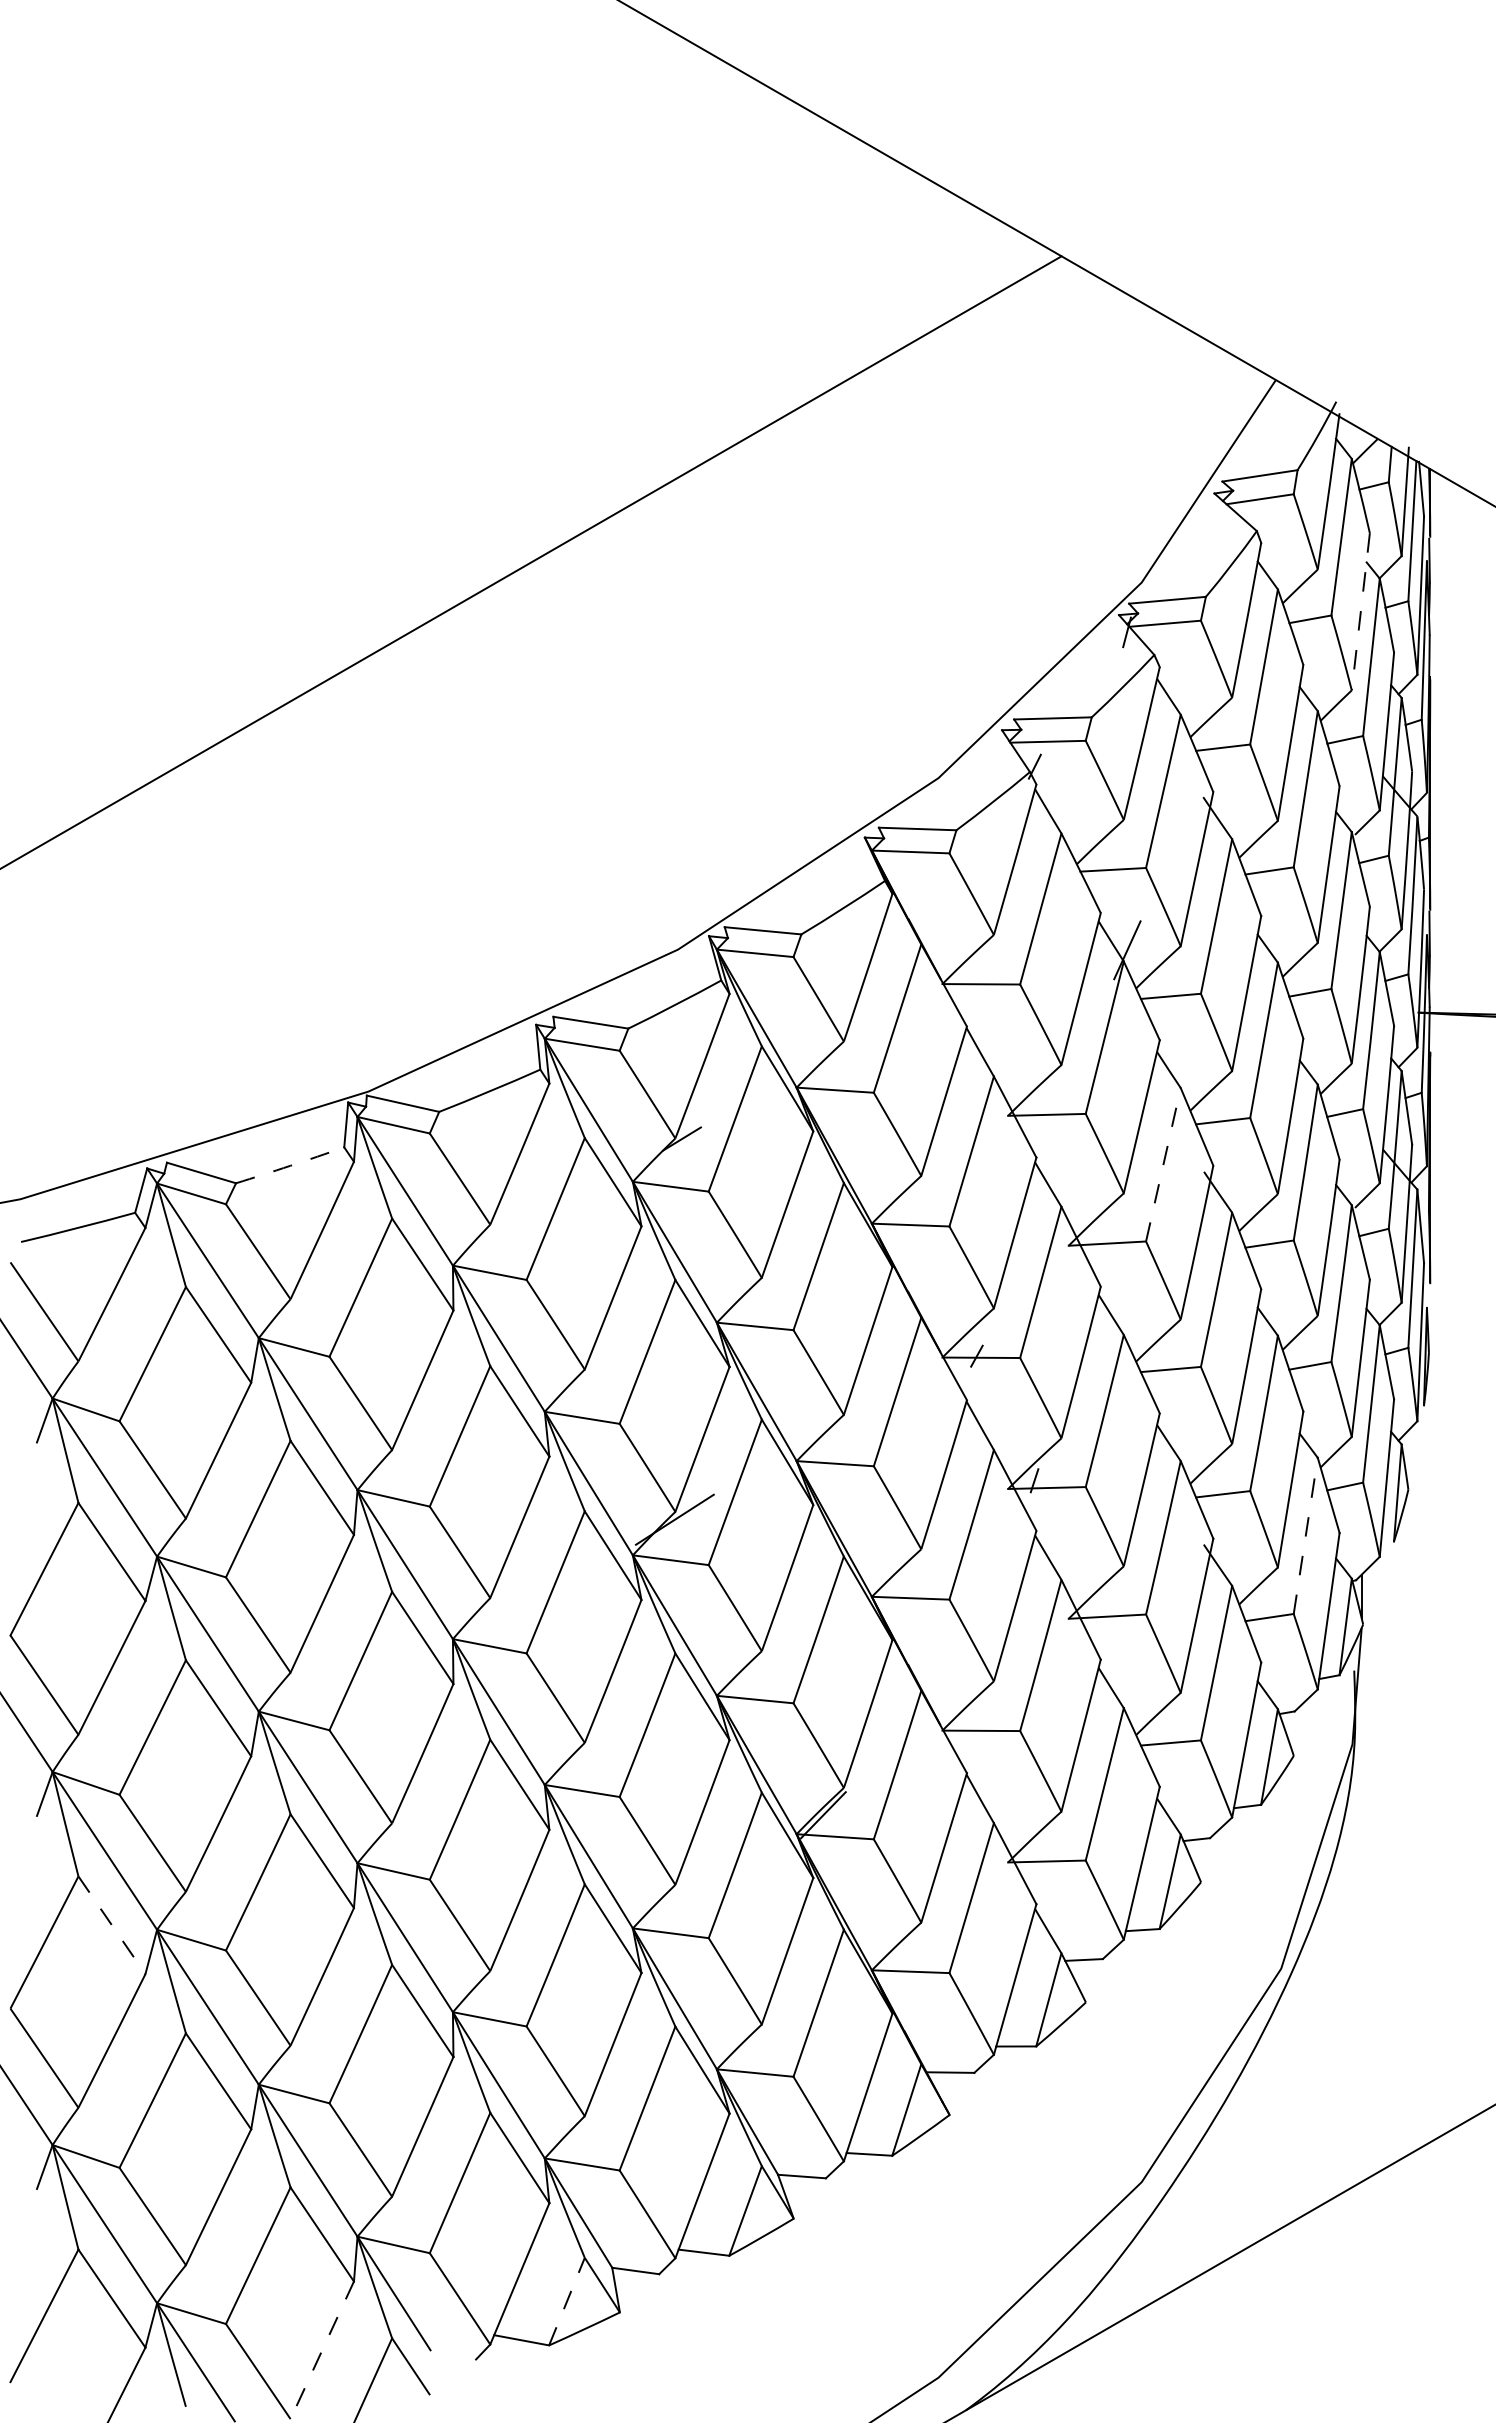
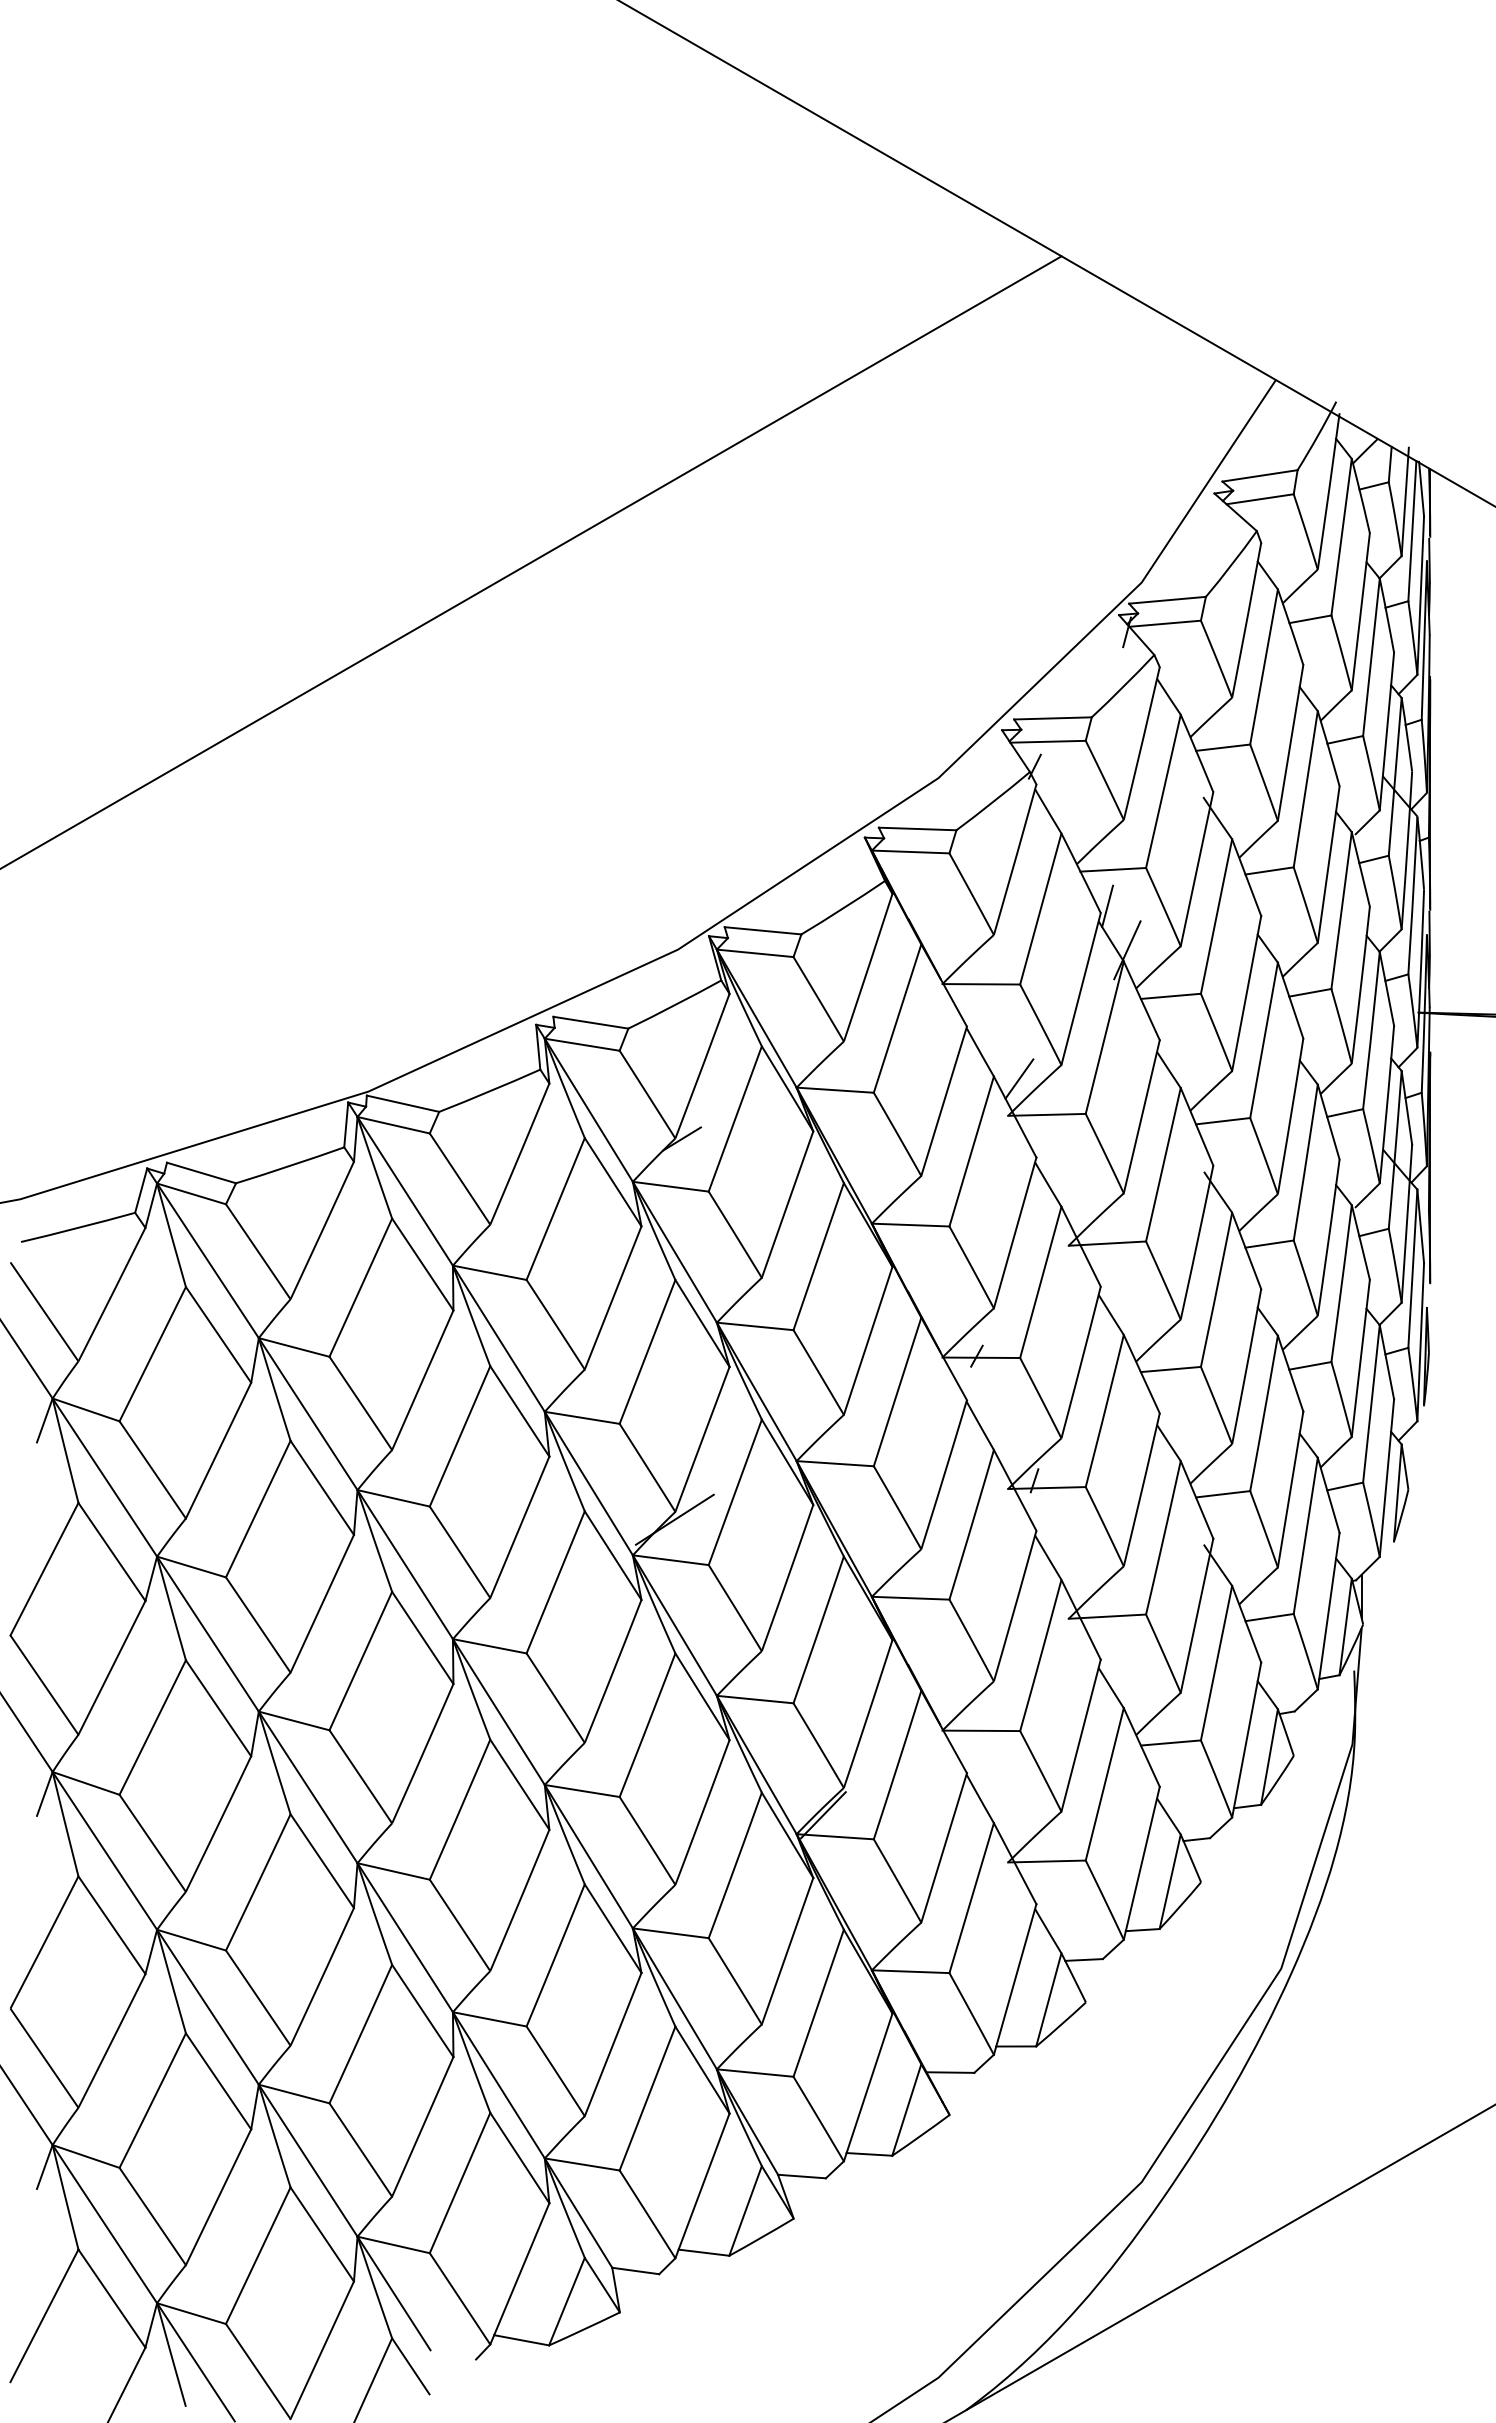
line at (1360, 612): dashed -> solid
line at (1107, 906): none -> present
line at (1019, 1078): none -> present
line at (1163, 1164): dashed -> solid
arc at (290, 1165): dashed -> solid
line at (1305, 1535): dashed -> solid
line at (112, 1925): dashed -> solid
line at (567, 2301): dashed -> solid
line at (322, 2350): dashed -> solid
